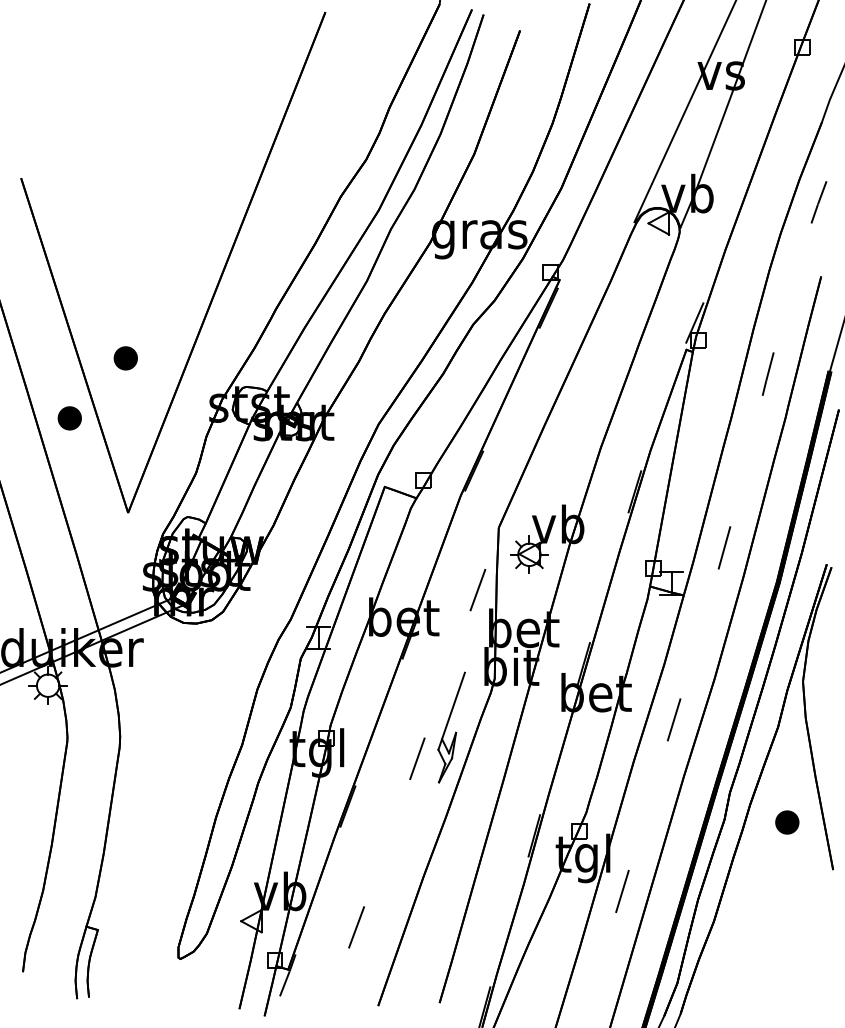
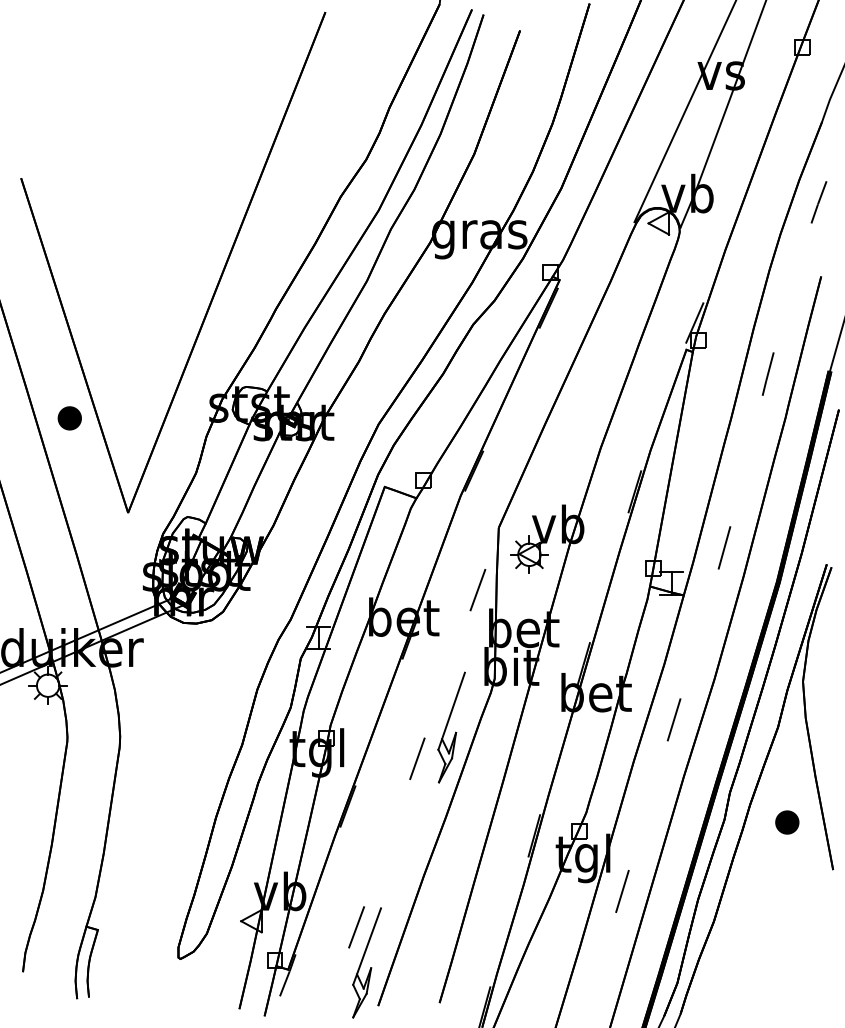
part at (125, 358): present -> none
part at (366, 962): none -> present
